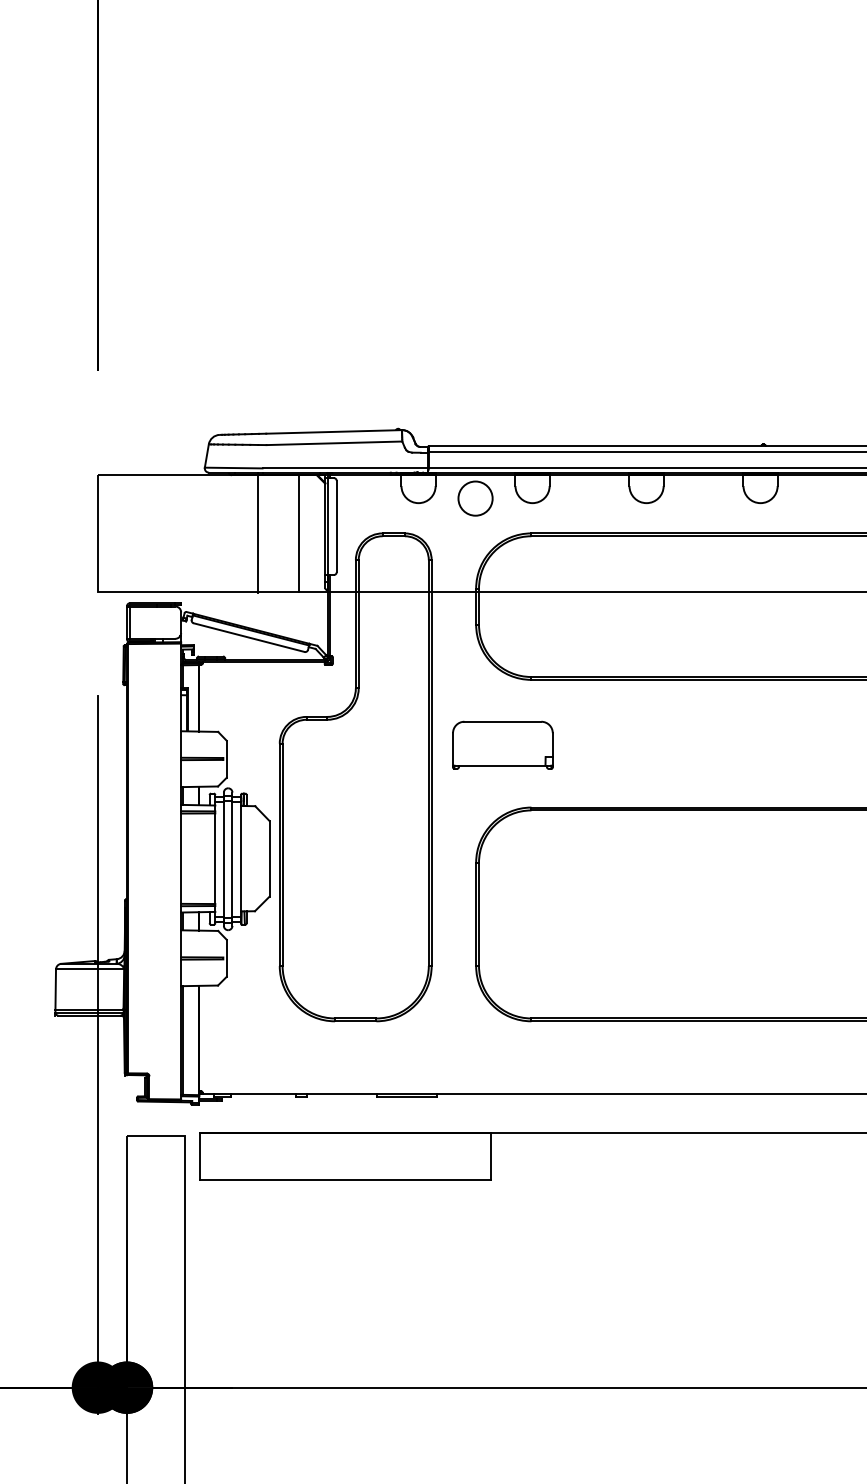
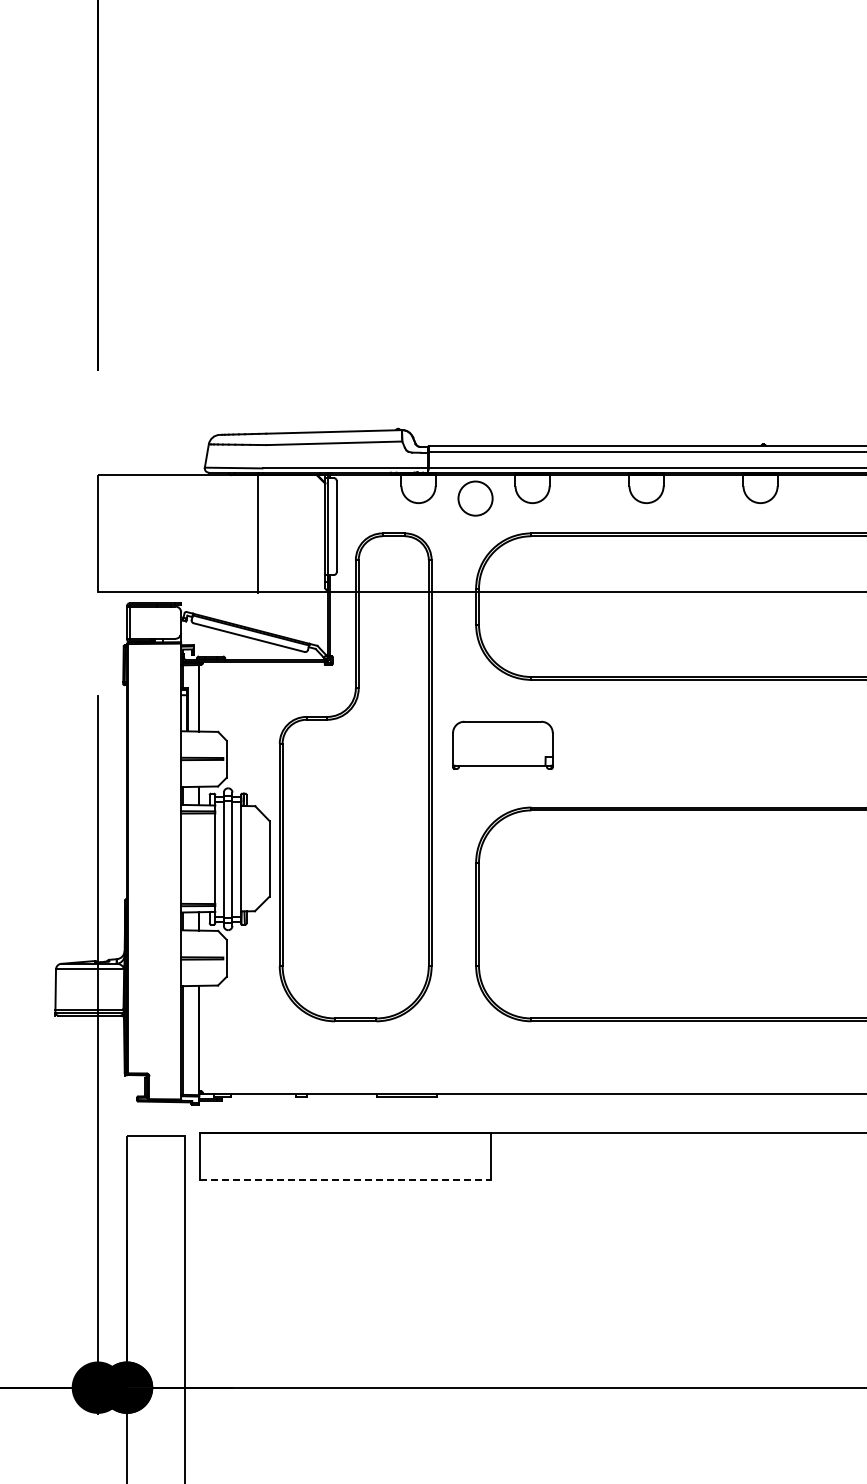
line at (298, 533): present -> none
line at (345, 1179): solid -> dashed
